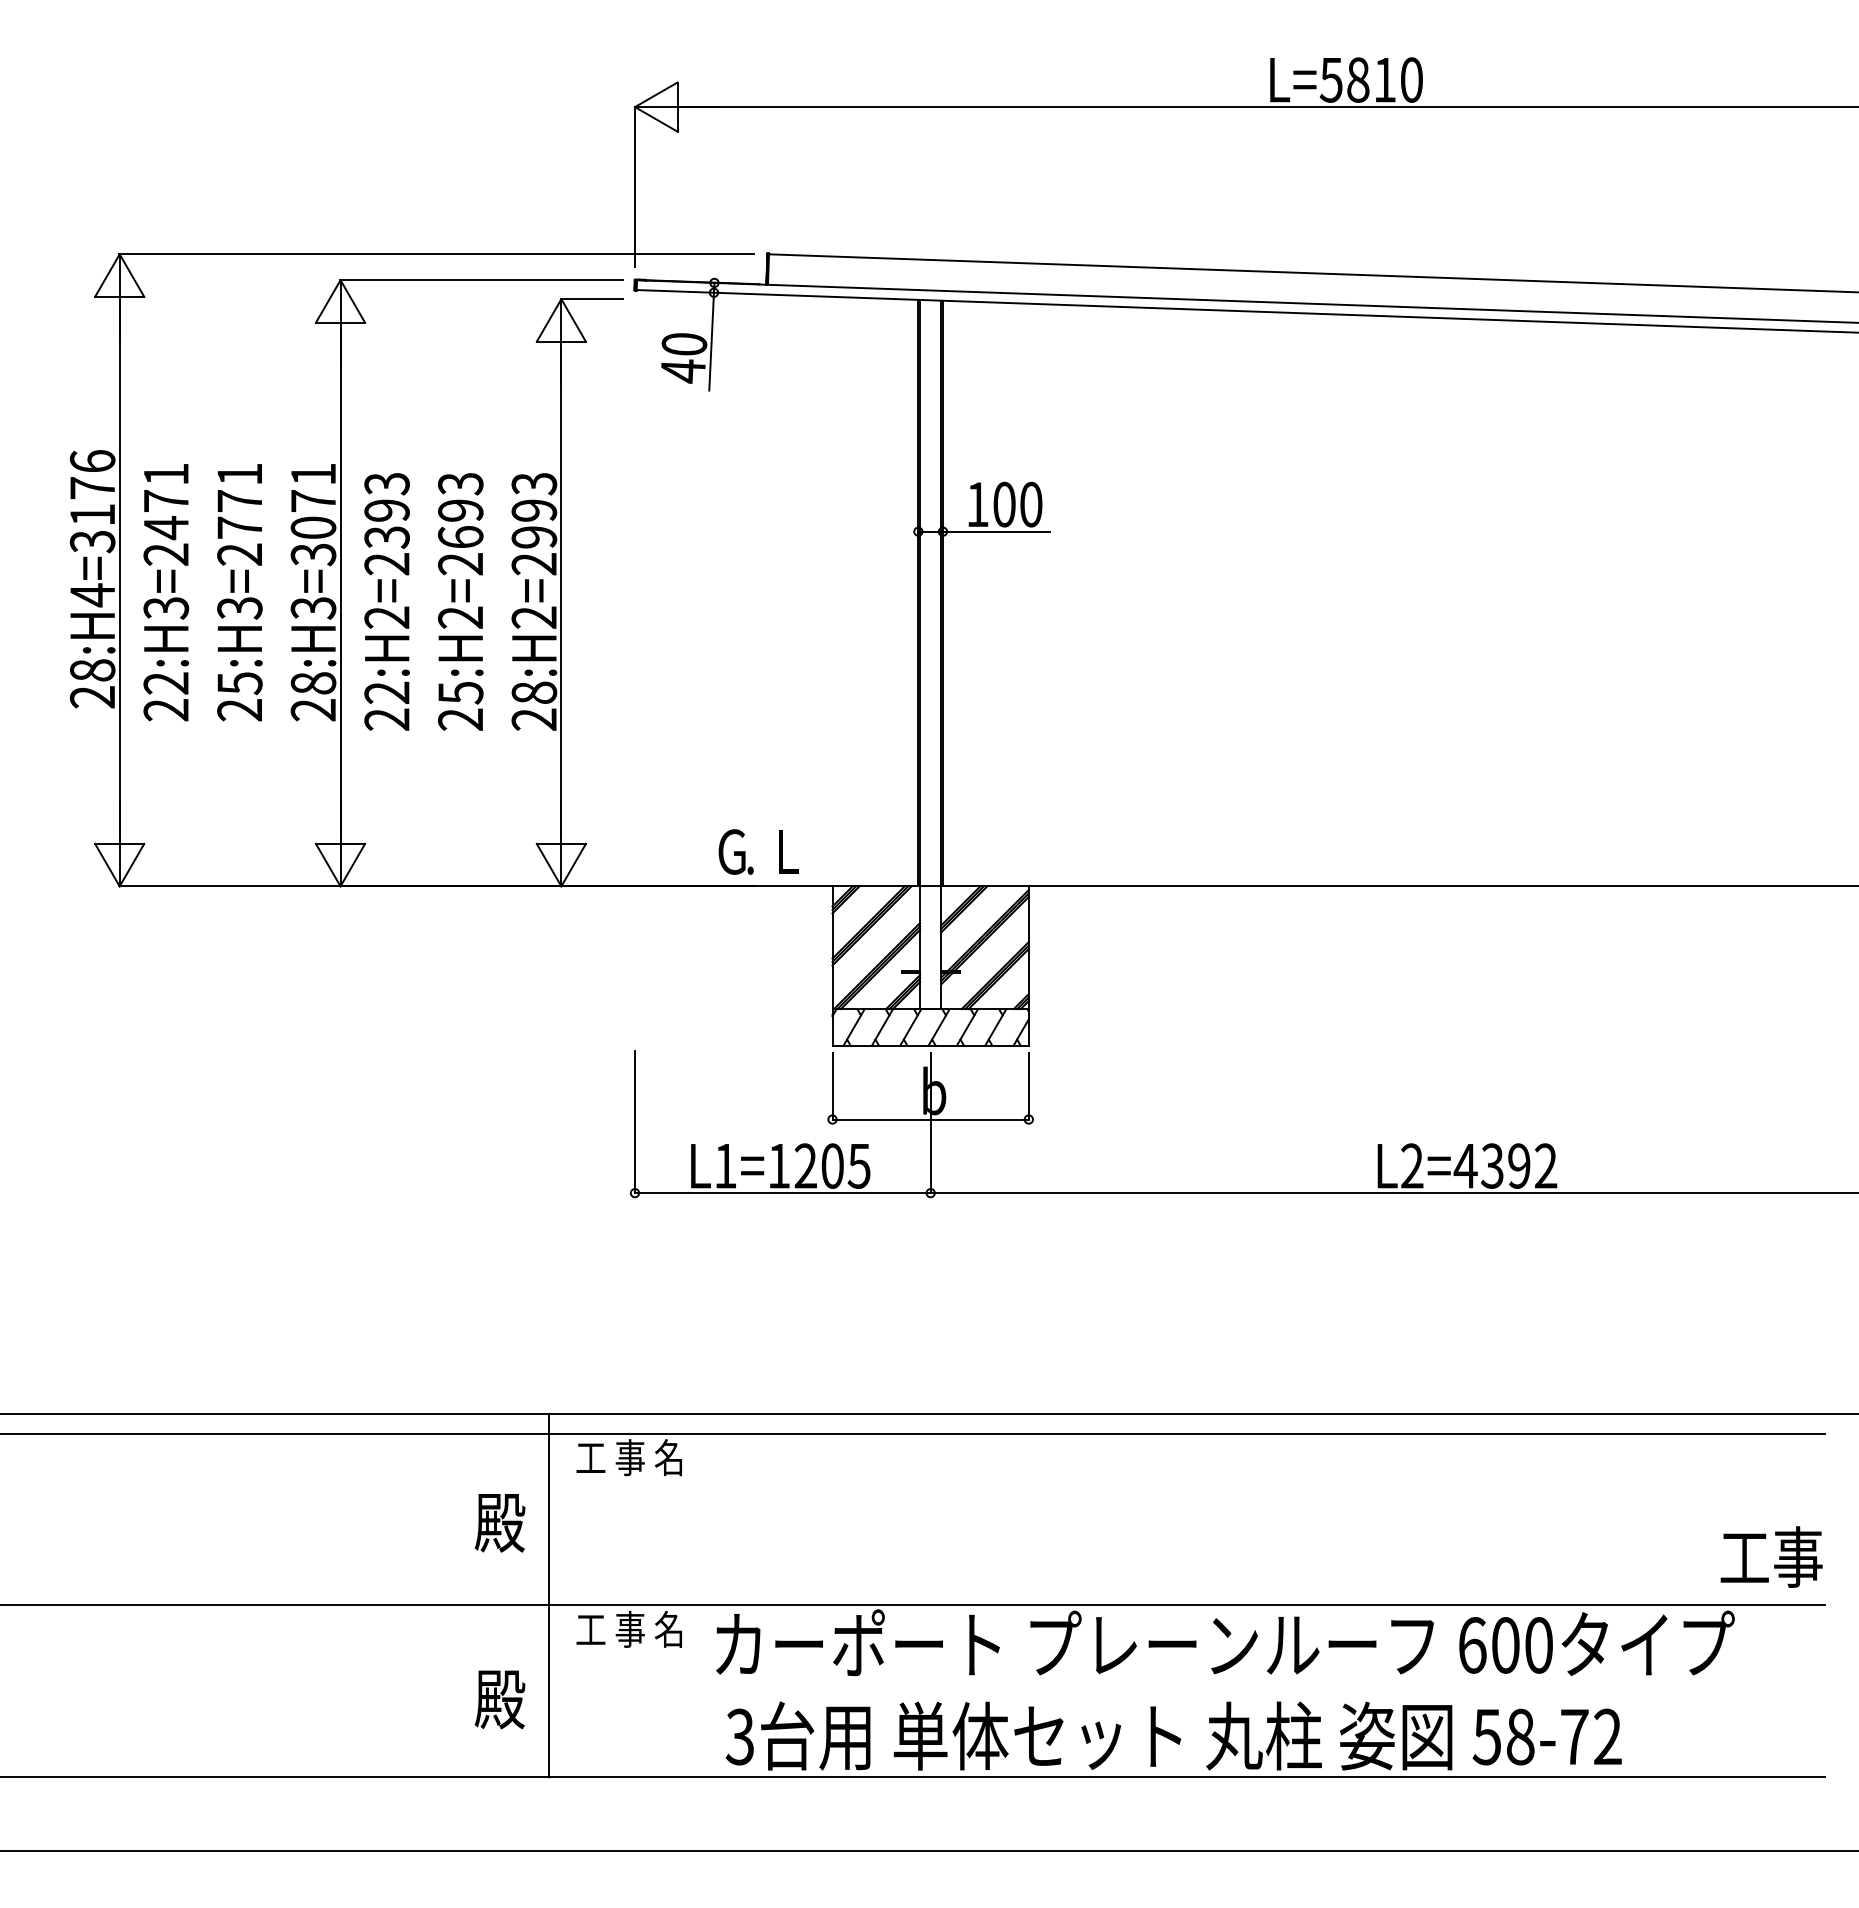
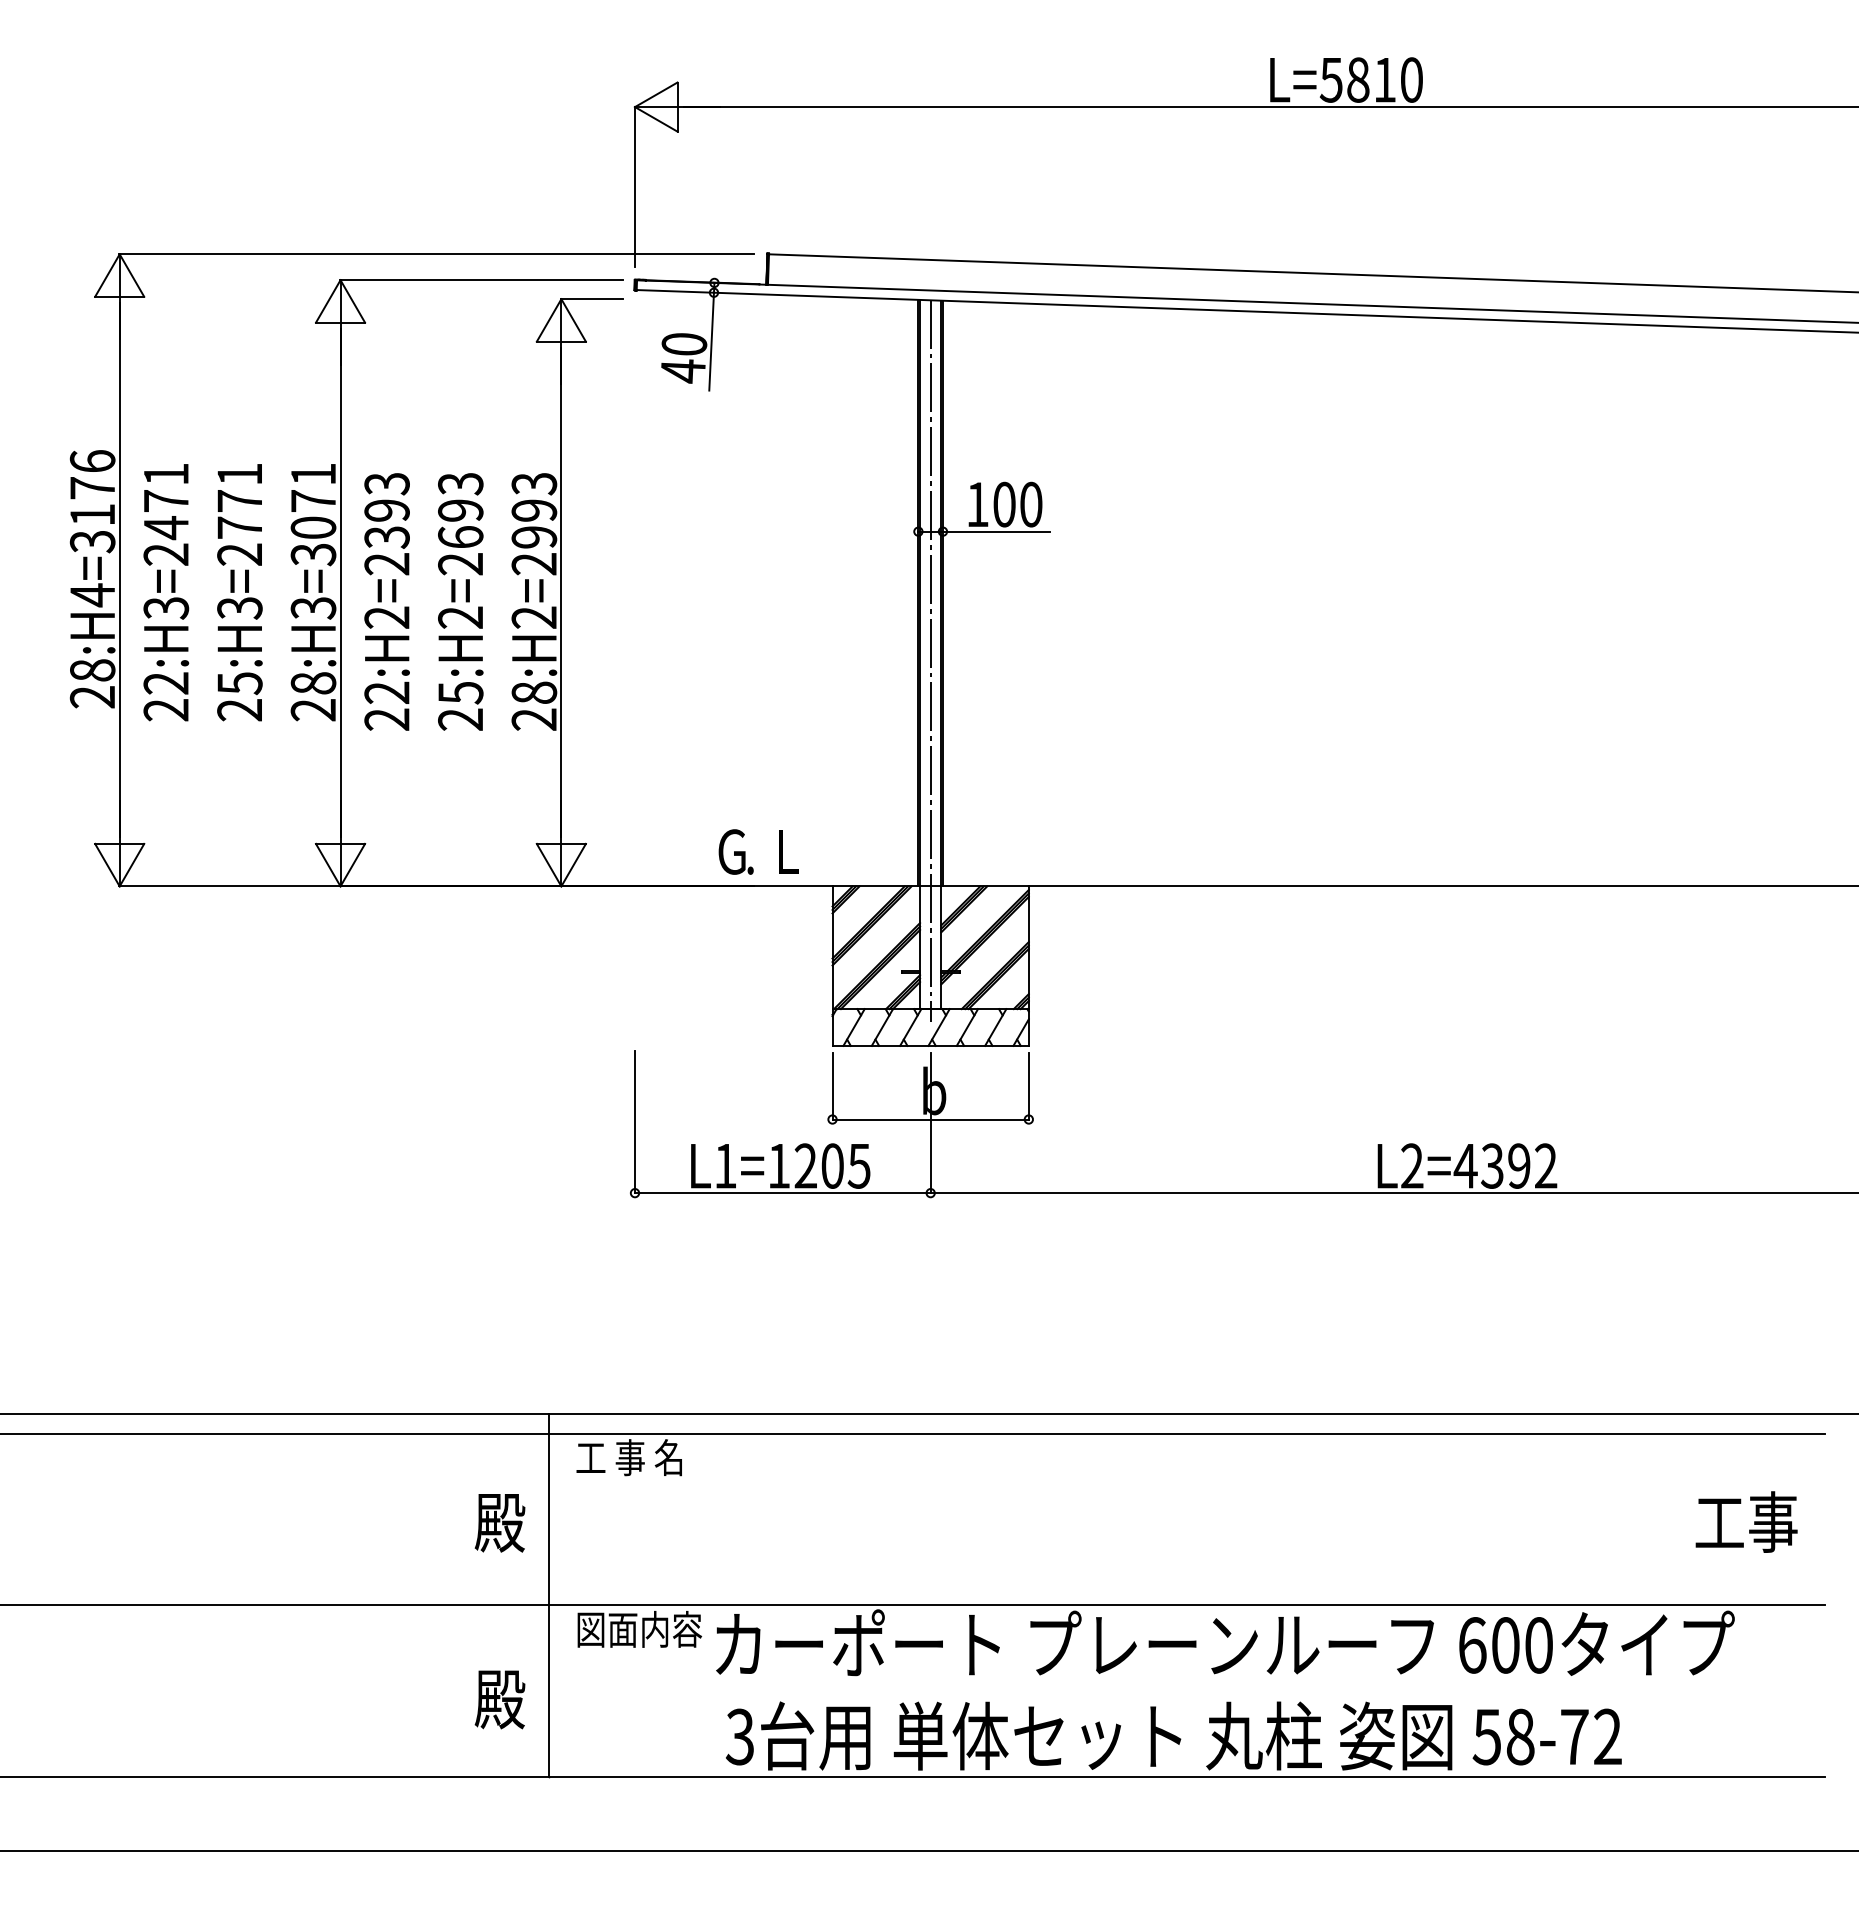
line at (930, 660): none -> present
text at (1771, 1556) position: (1771, 1556) -> (1746, 1521)
text at (639, 1628): 工 事 名 -> 図面内容
